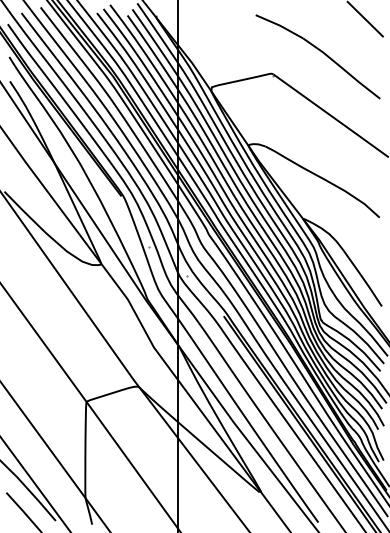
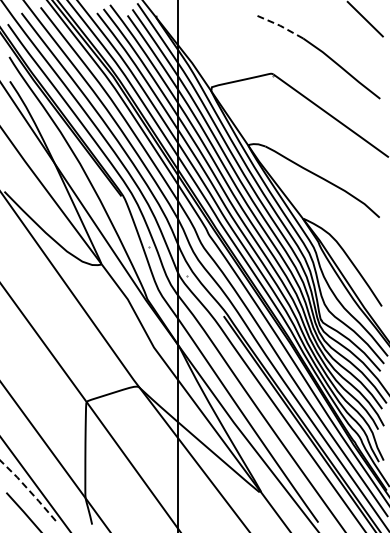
line at (280, 25): solid -> dashed
line at (28, 489): solid -> dashed
